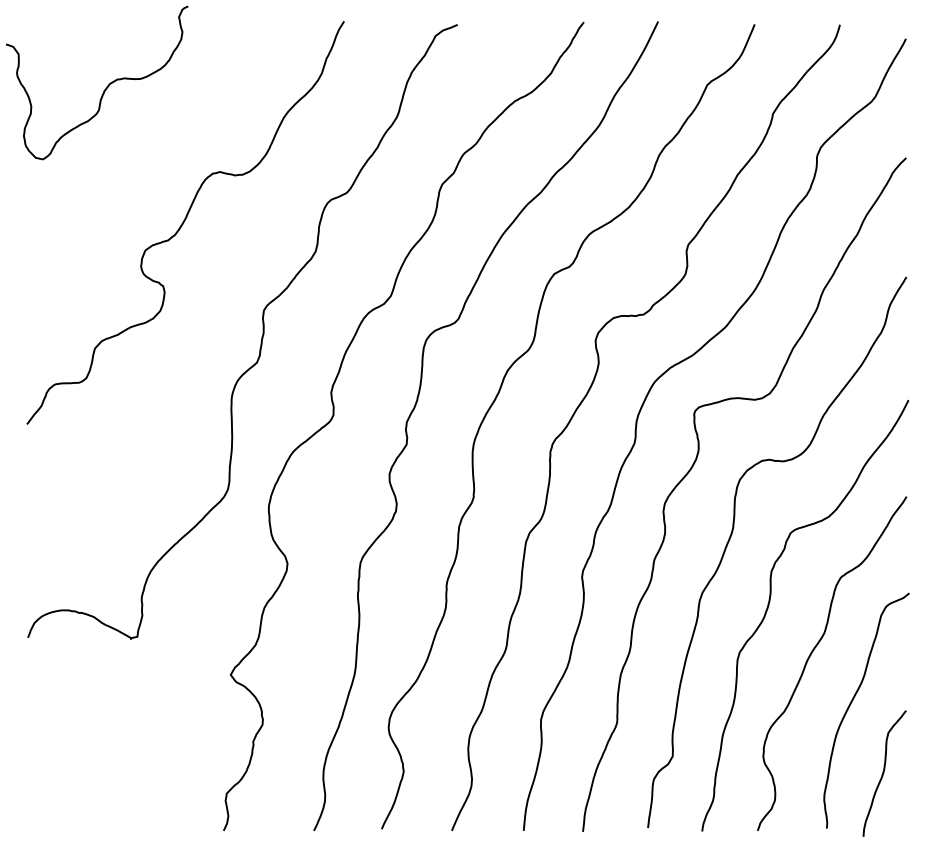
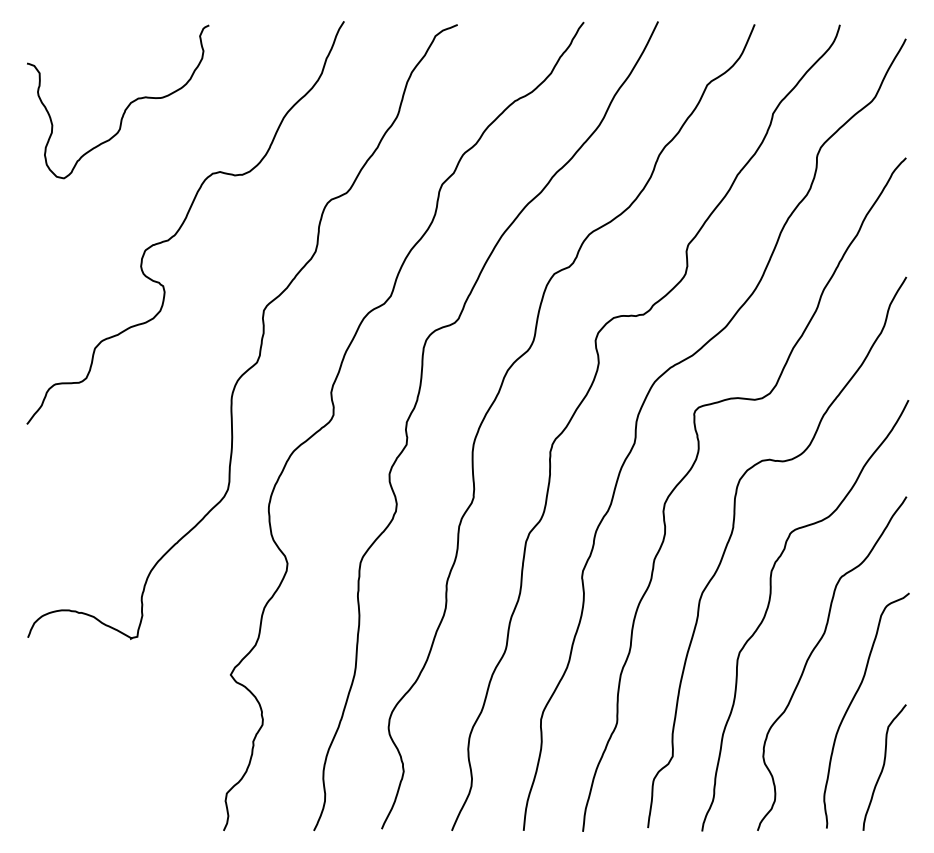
curve at (106, 86) position: (106, 86) -> (127, 105)
curve at (884, 773) position: (884, 773) -> (884, 767)
